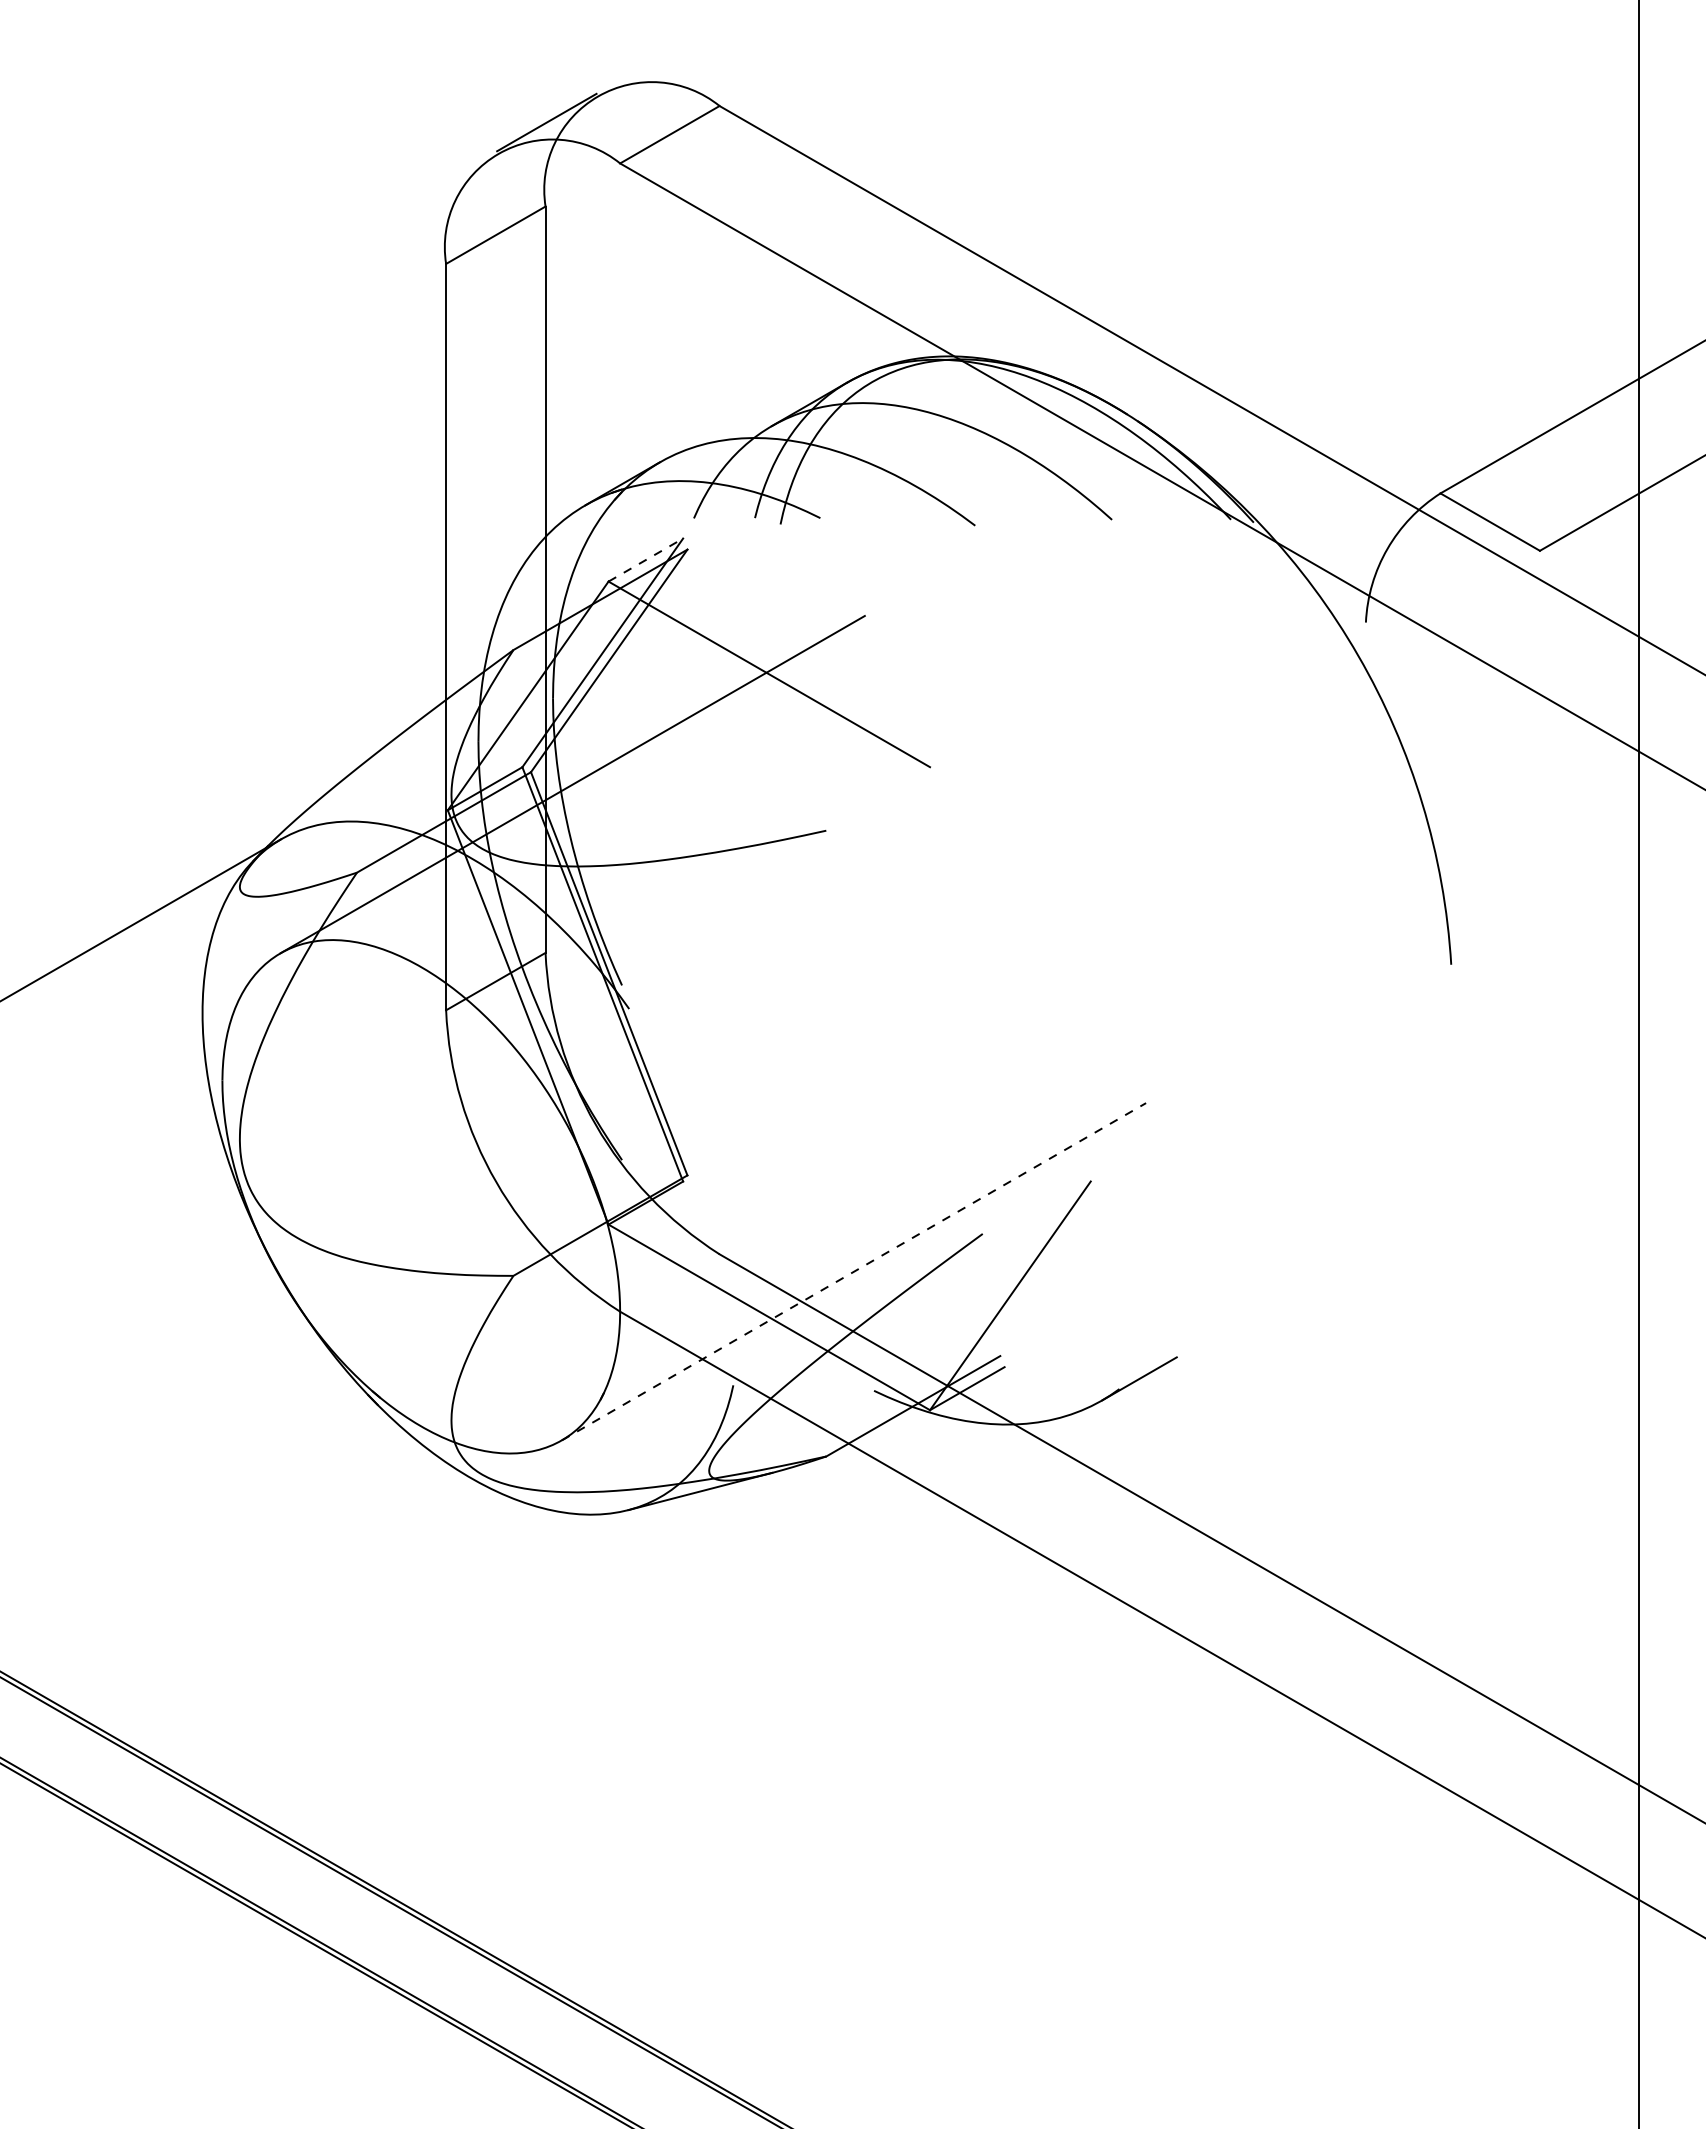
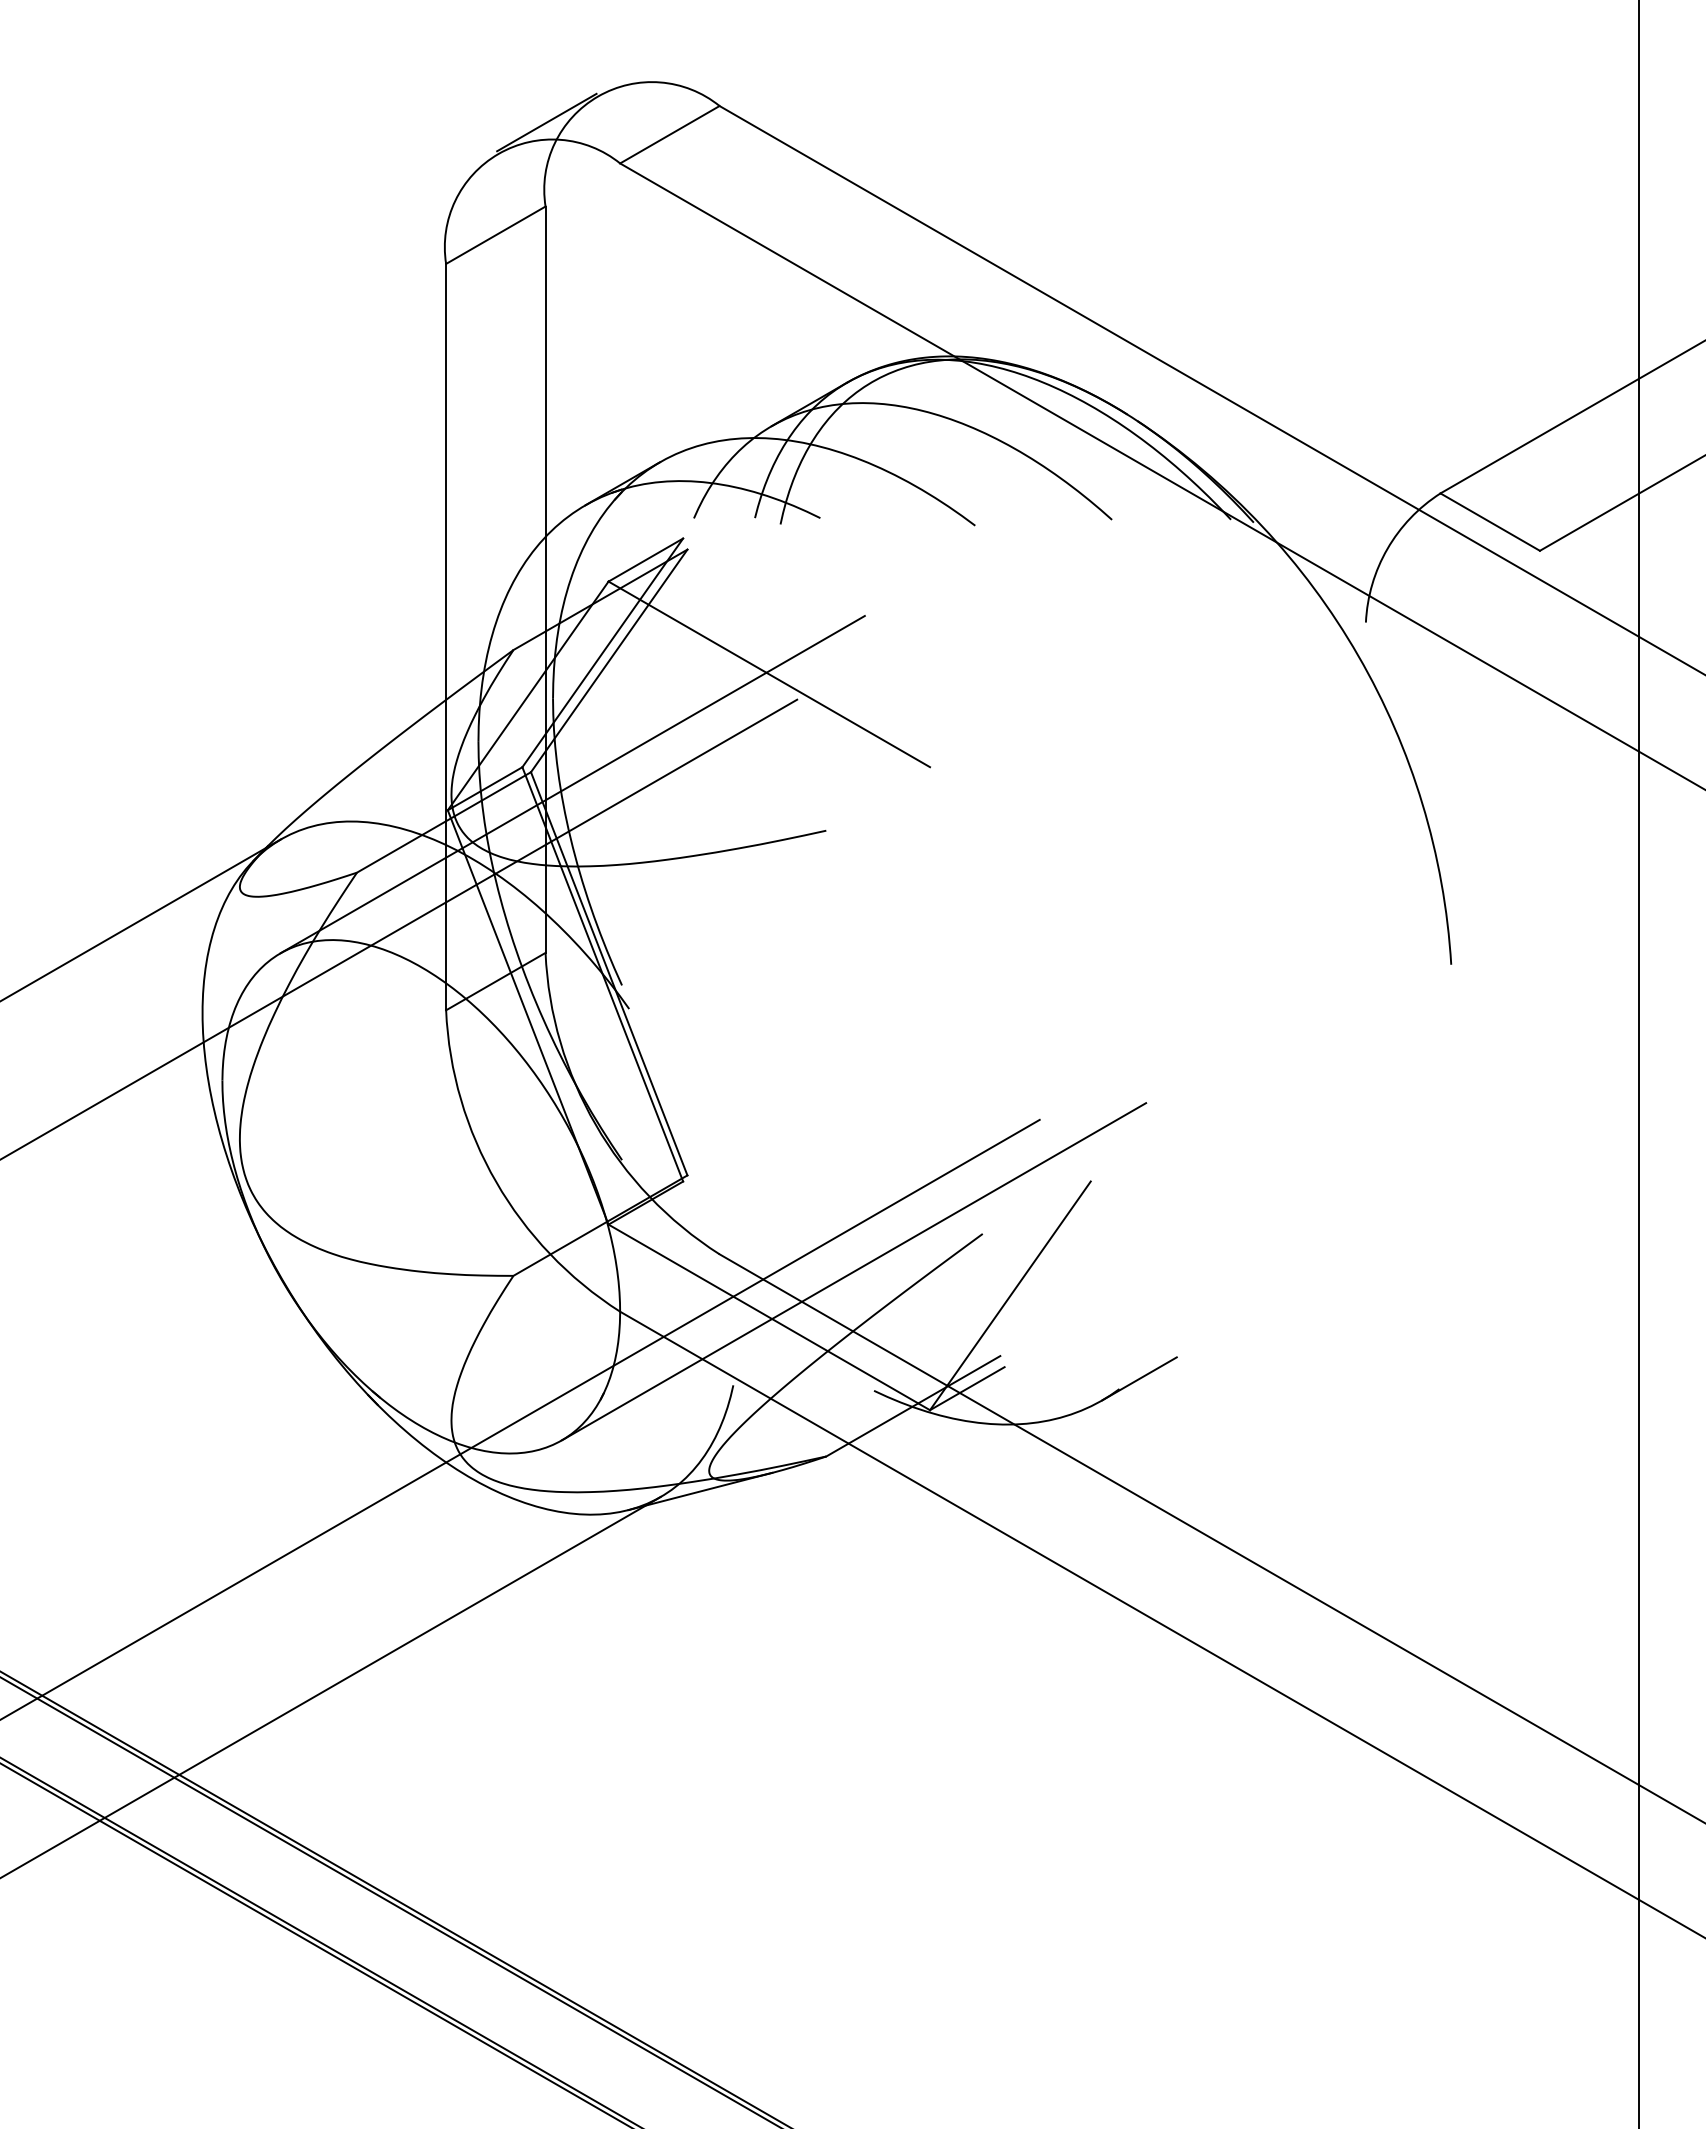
line at (646, 559): dashed -> solid
line at (399, 928): none -> present
line at (854, 1271): dashed -> solid
line at (520, 1418): none -> present
line at (331, 1686): none -> present
